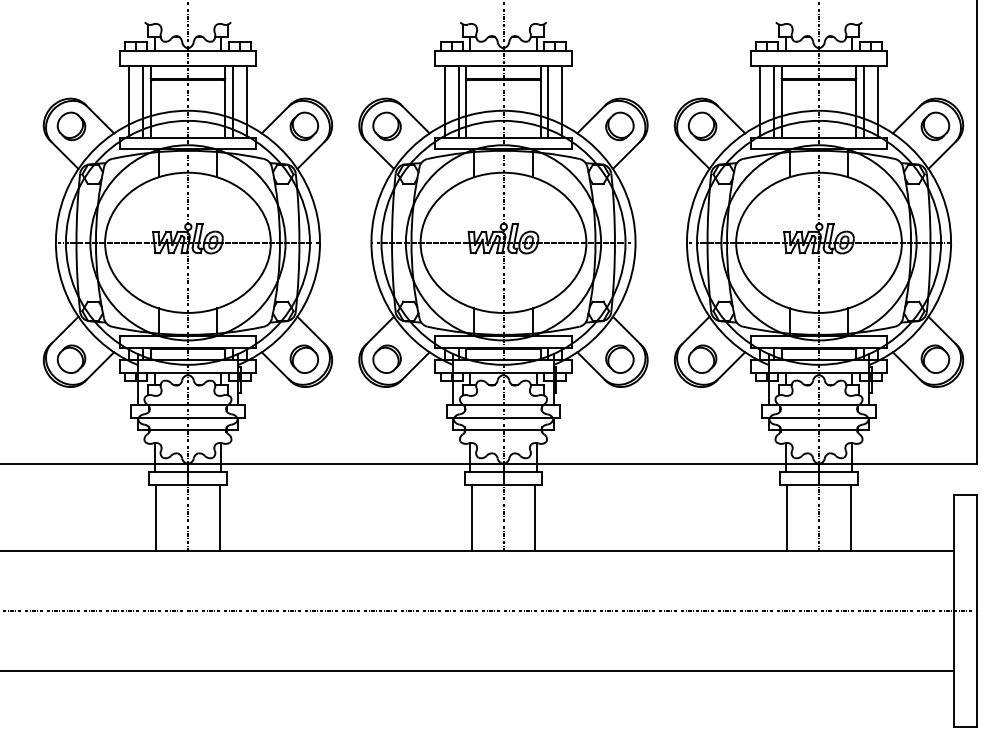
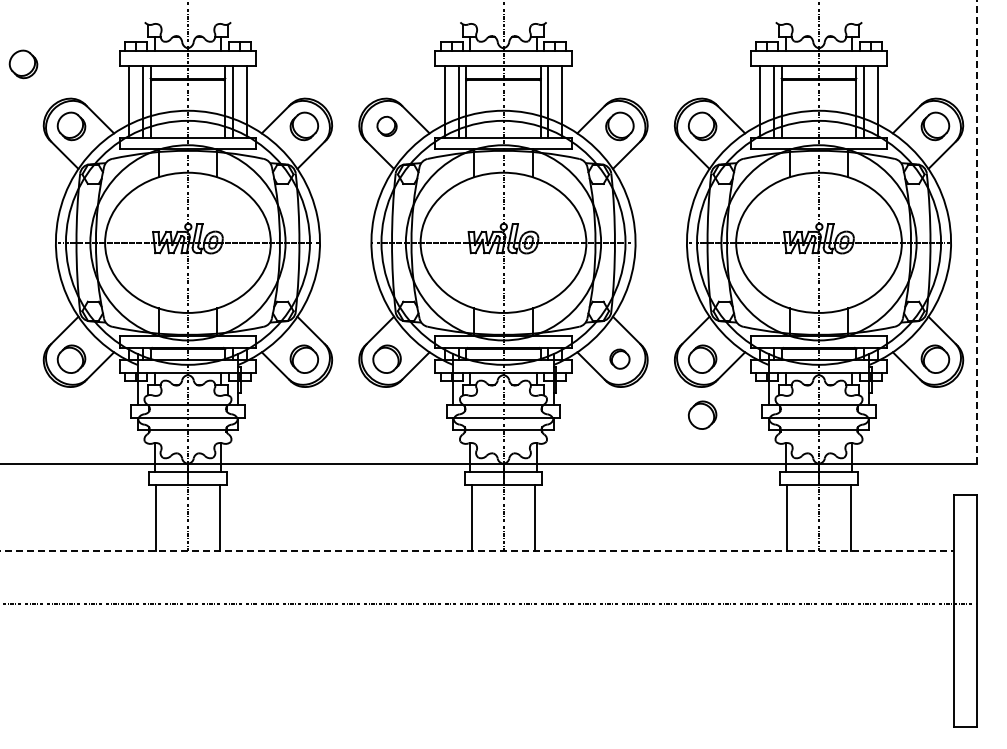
part at (23, 64): none -> present
part at (386, 126) size: 30x31 px -> 22x22 px
line at (976, 232): solid -> dashed
part at (619, 358) size: 30x30 px -> 22x22 px
part at (702, 414): none -> present
line at (476, 550): solid -> dashed
line at (489, 610) position: (489, 610) -> (489, 603)
line at (477, 671): present -> none
